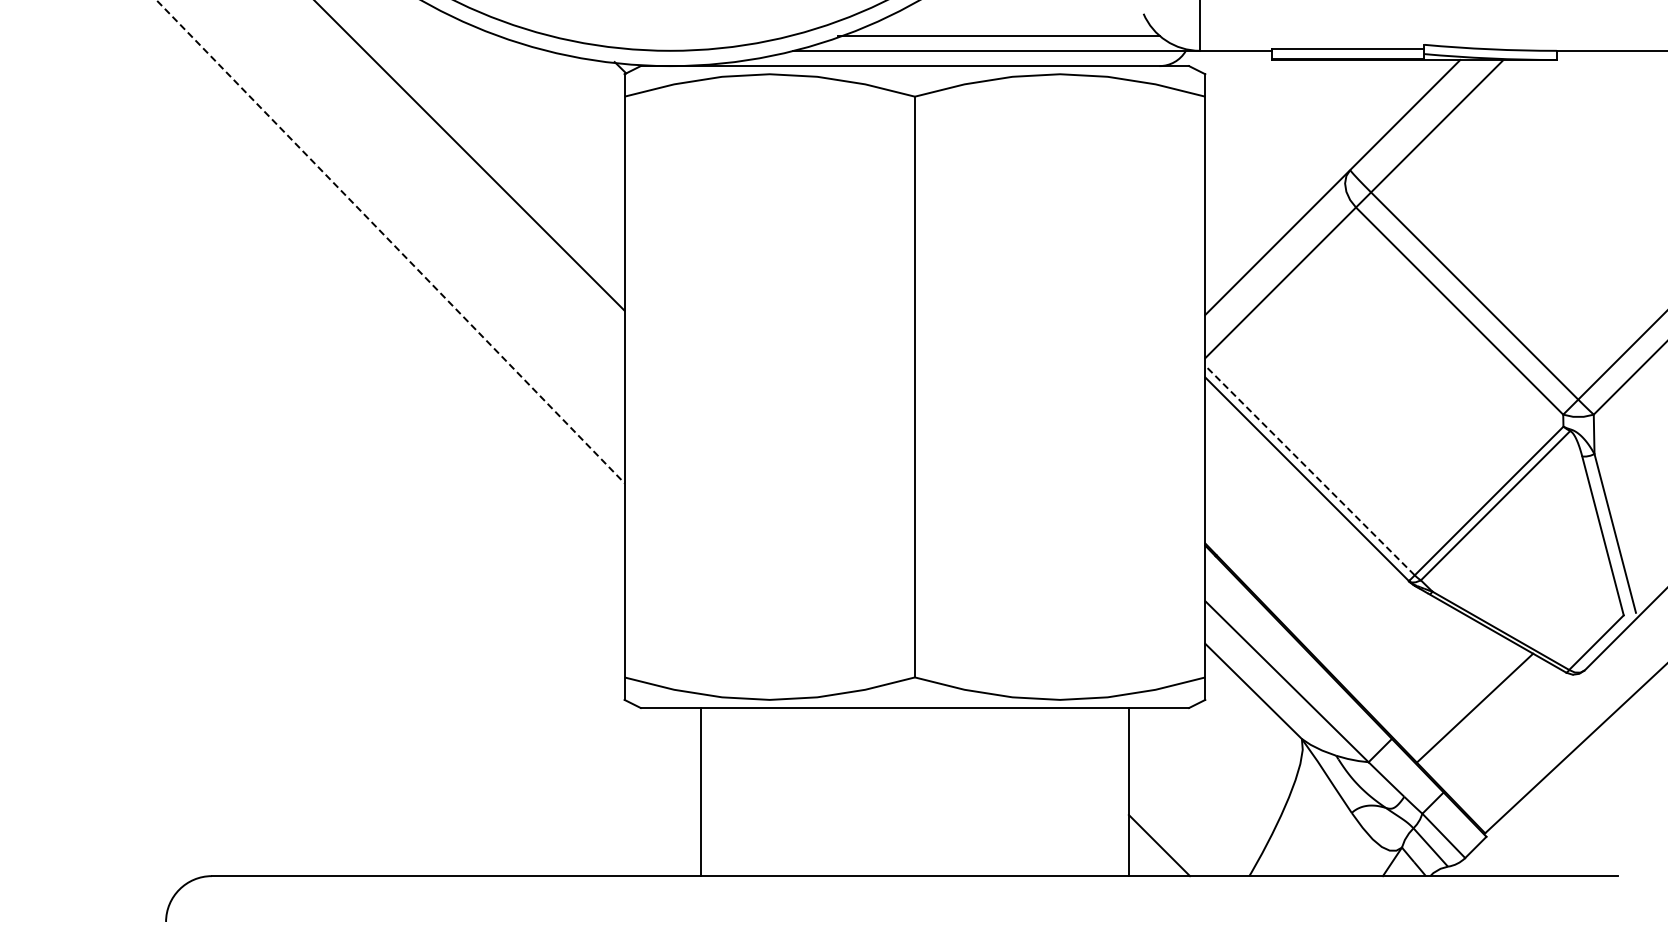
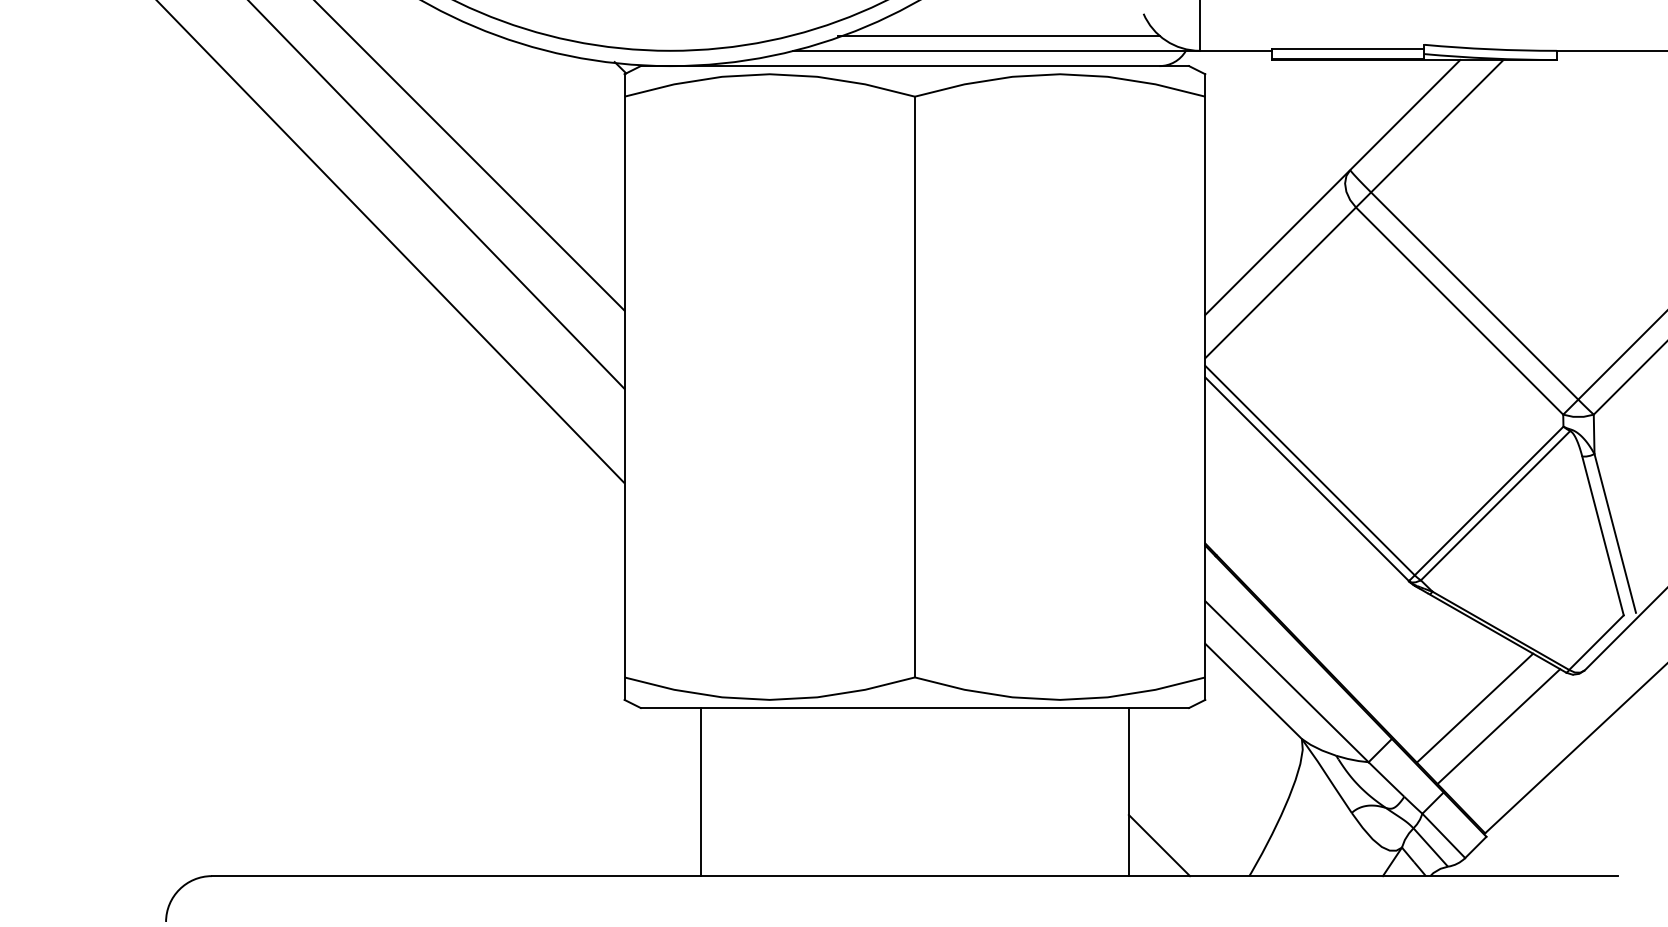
line at (437, 195): none -> present
line at (390, 241): dashed -> solid
line at (1309, 470): dashed -> solid
line at (1498, 726): none -> present
